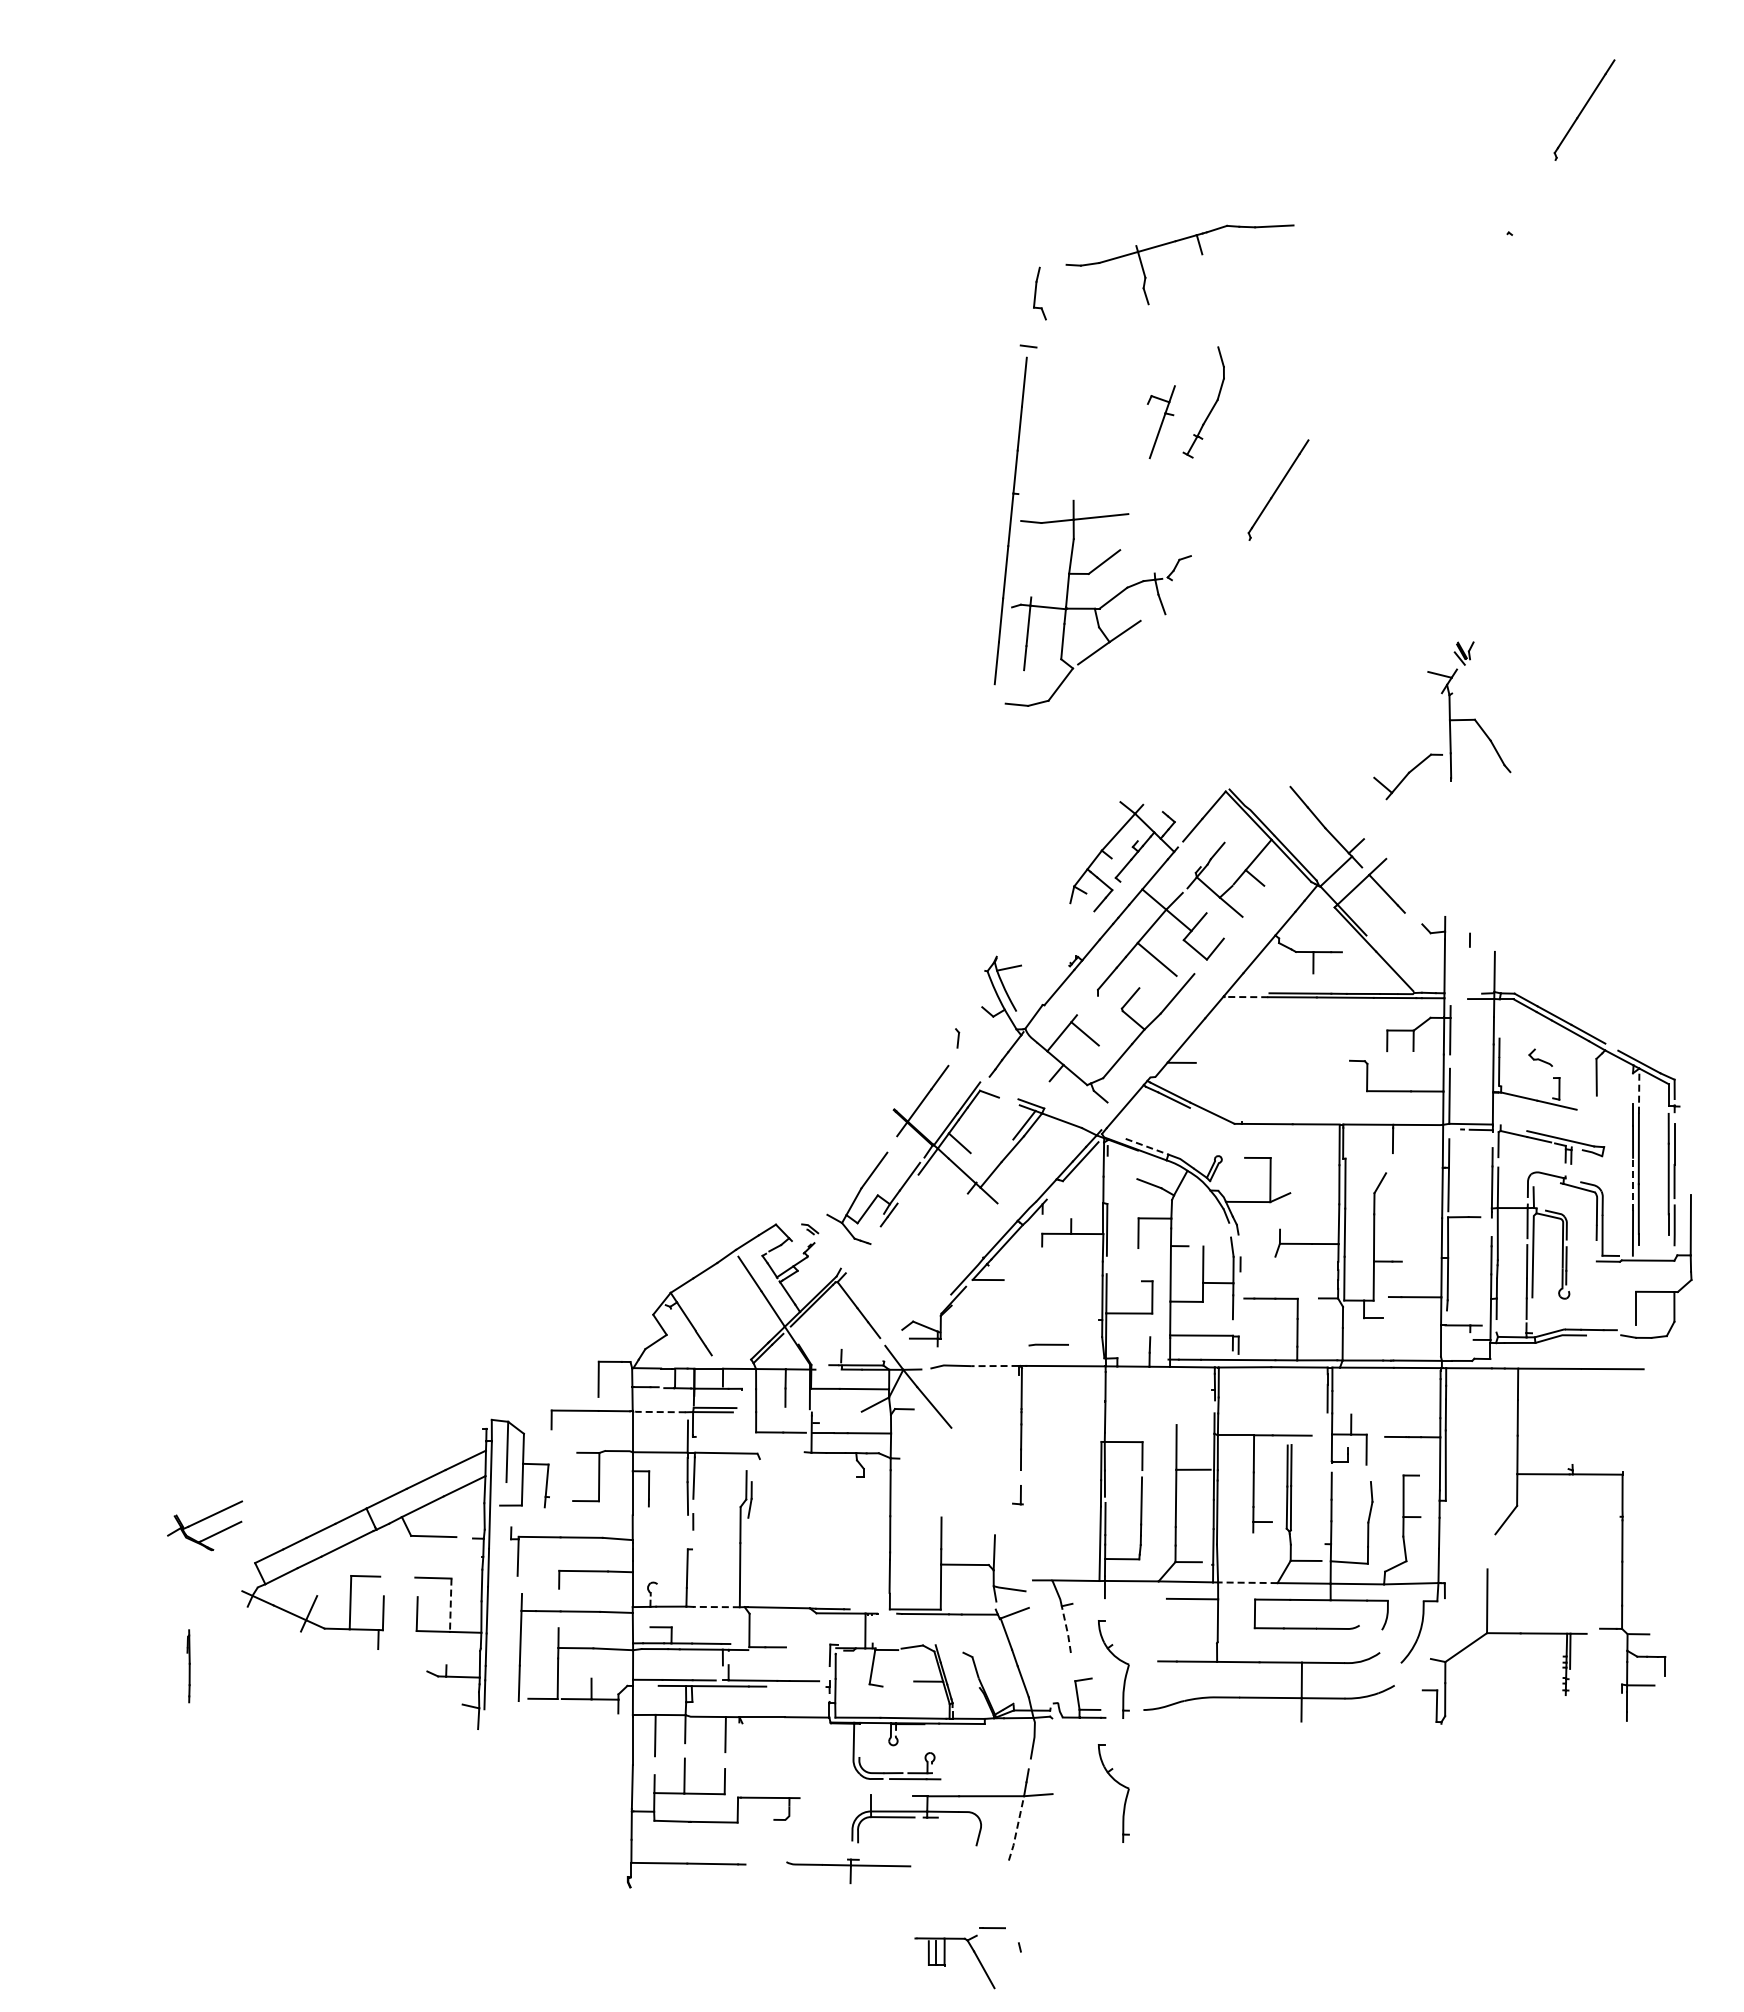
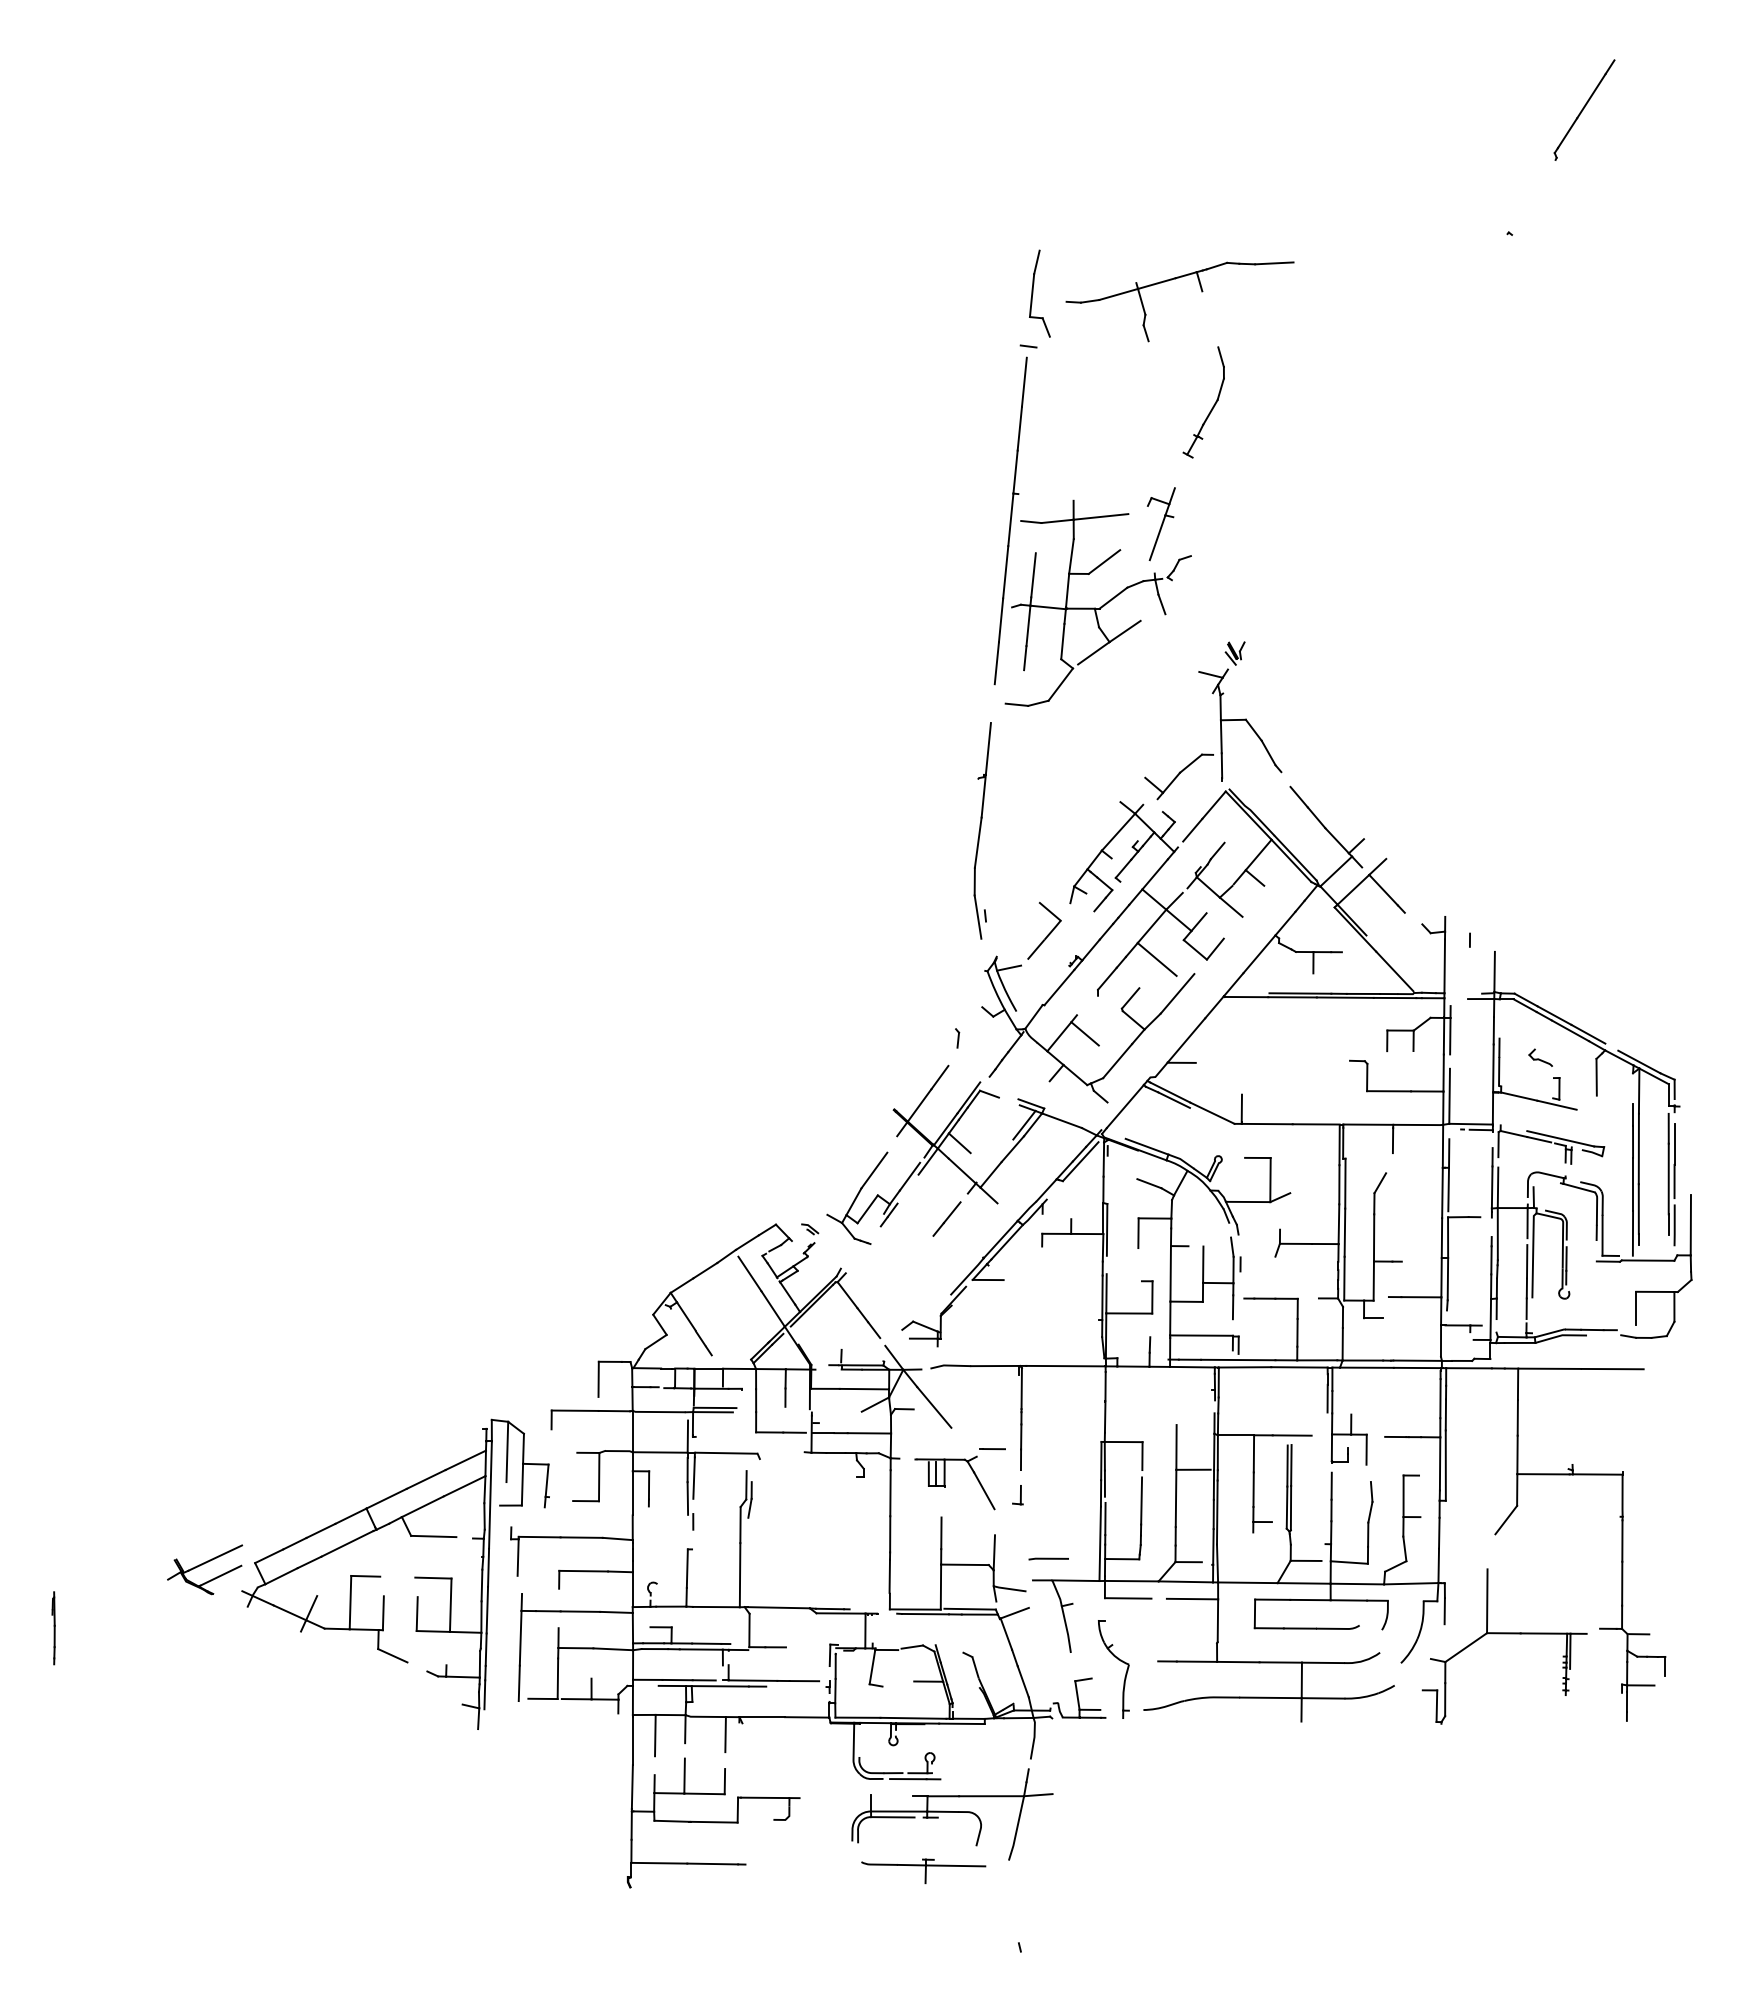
part at (1172, 243) position: (1172, 243) -> (1172, 280)
part at (1039, 293) size: 14x55 px -> 22x89 px
part at (1161, 422) position: (1161, 422) -> (1161, 524)
part at (1278, 489): present -> none
line at (1033, 575): none -> present
part at (1448, 719) position: (1448, 719) -> (1219, 719)
part at (982, 830): none -> present
part at (1044, 930): none -> present
line at (1246, 997): dashed -> solid
line at (1639, 1091): dashed -> solid
line at (1241, 1107): none -> present
line at (1147, 1146): dashed -> solid
line at (1633, 1184): dashed -> solid
line at (946, 1218): none -> present
line at (1048, 1344) position: (1048, 1344) -> (1048, 1558)
line at (994, 1366): dashed -> solid
line at (658, 1412): dashed -> solid
part at (205, 1525) position: (205, 1525) -> (205, 1569)
line at (1247, 1582): dashed -> solid
line at (1127, 1598): none -> present
line at (450, 1605): dashed -> solid
line at (715, 1607): dashed -> solid
line at (969, 1608): none -> present
line at (1444, 1611): none -> present
line at (1067, 1630): dashed -> solid
line at (392, 1655): none -> present
line at (188, 1666) position: (188, 1666) -> (53, 1628)
part at (1118, 1784): present -> none
line at (1017, 1829): dashed -> solid
part at (848, 1871) position: (848, 1871) -> (923, 1871)
part at (945, 1958) position: (945, 1958) -> (945, 1479)
